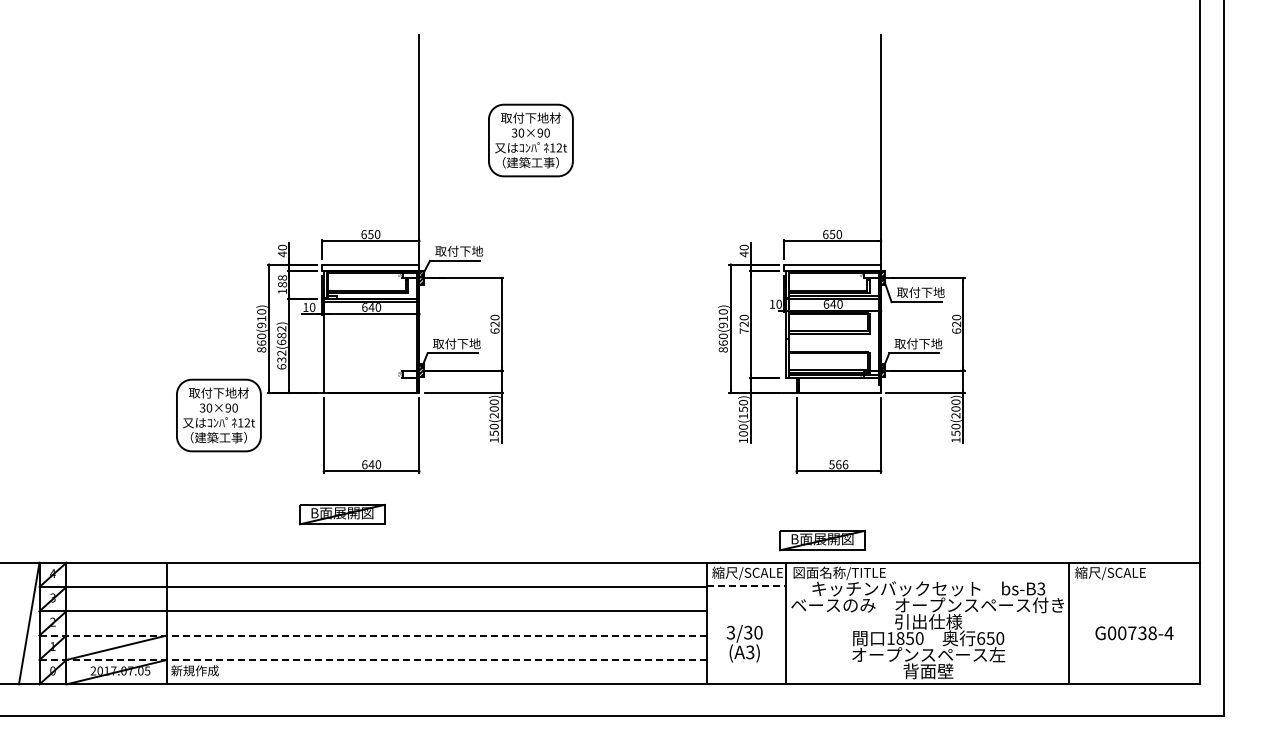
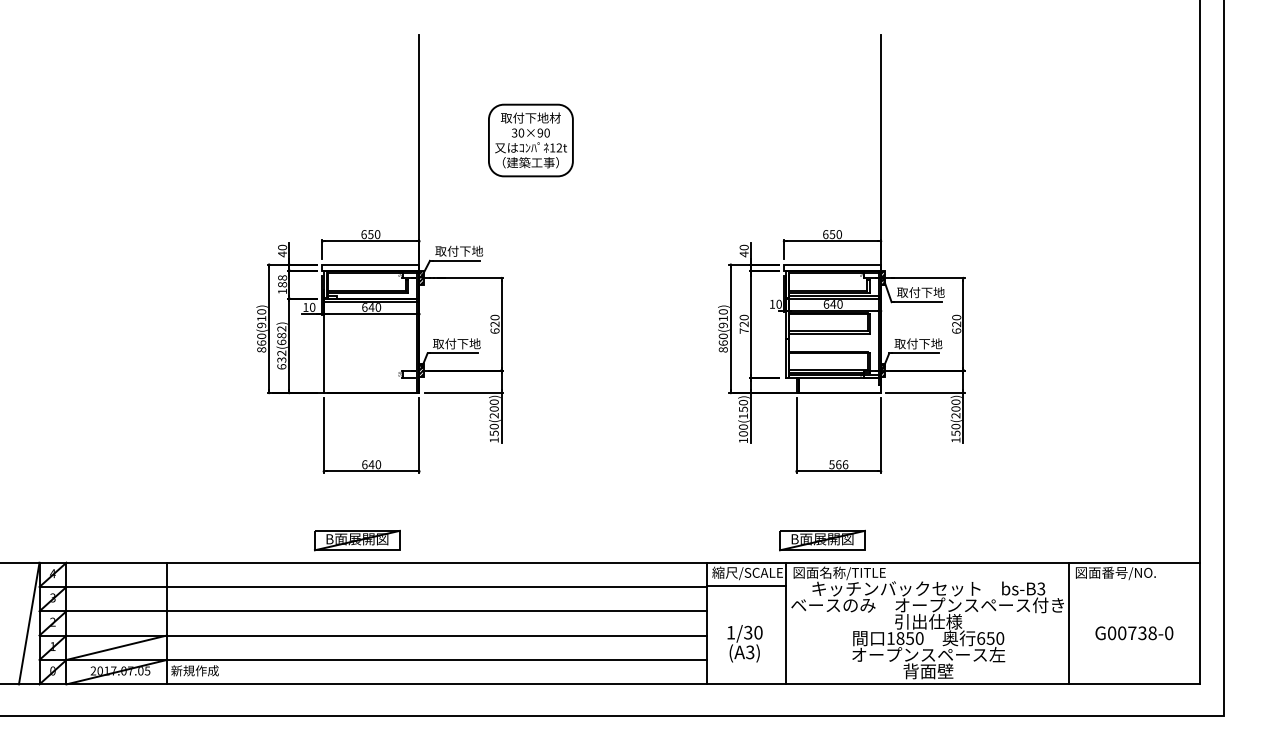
part at (218, 415): present -> none
part at (342, 514) position: (342, 514) -> (357, 540)
text at (1115, 573): 縮尺/SCALE -> 図面番号/NO.
line at (746, 585): dashed -> solid
text at (730, 632): 3/30 -> 1/30
text at (1168, 633): G00738-4 -> G00738-0
line at (373, 635): dashed -> solid
line at (373, 659): dashed -> solid
